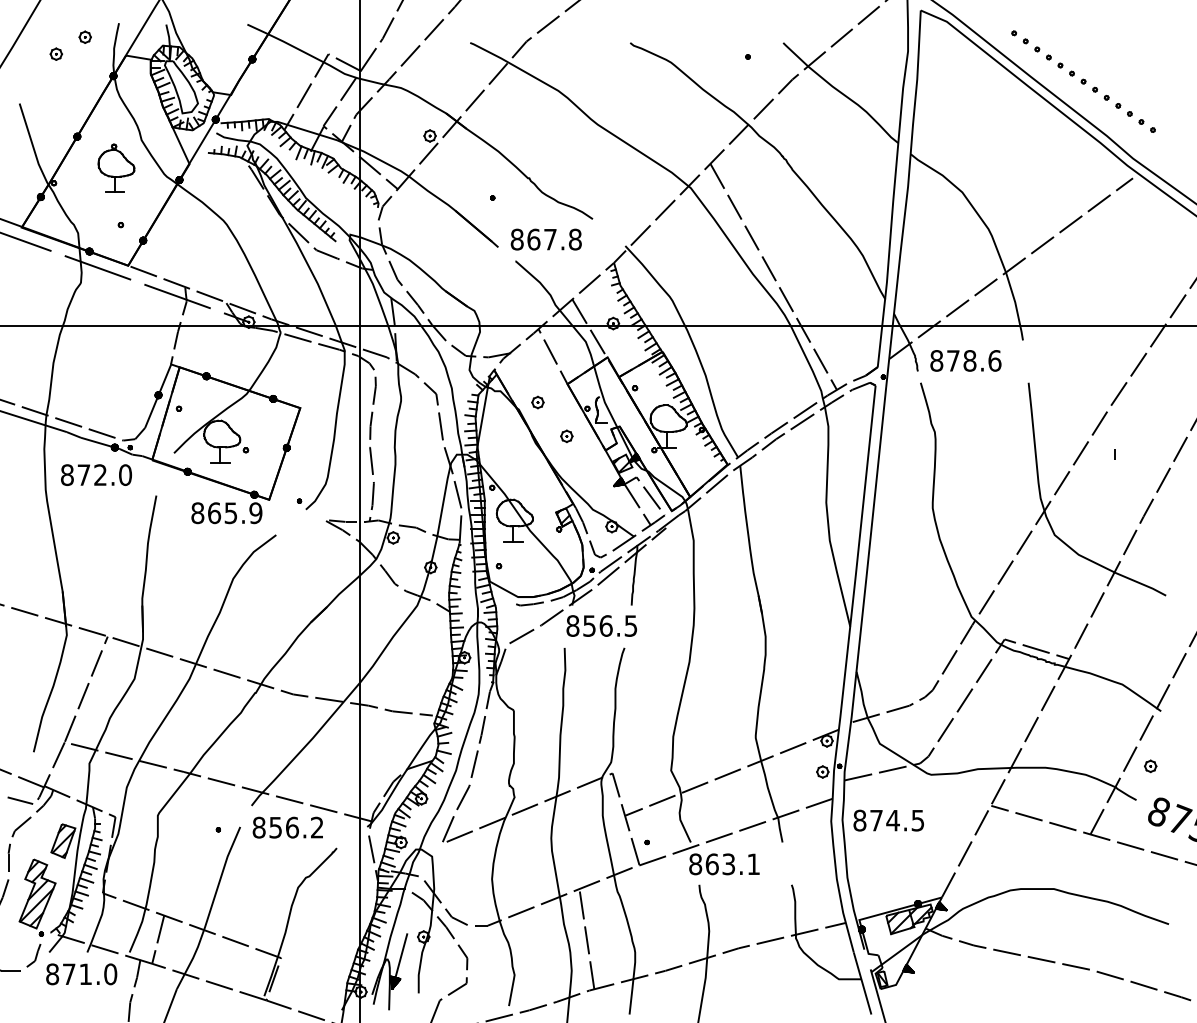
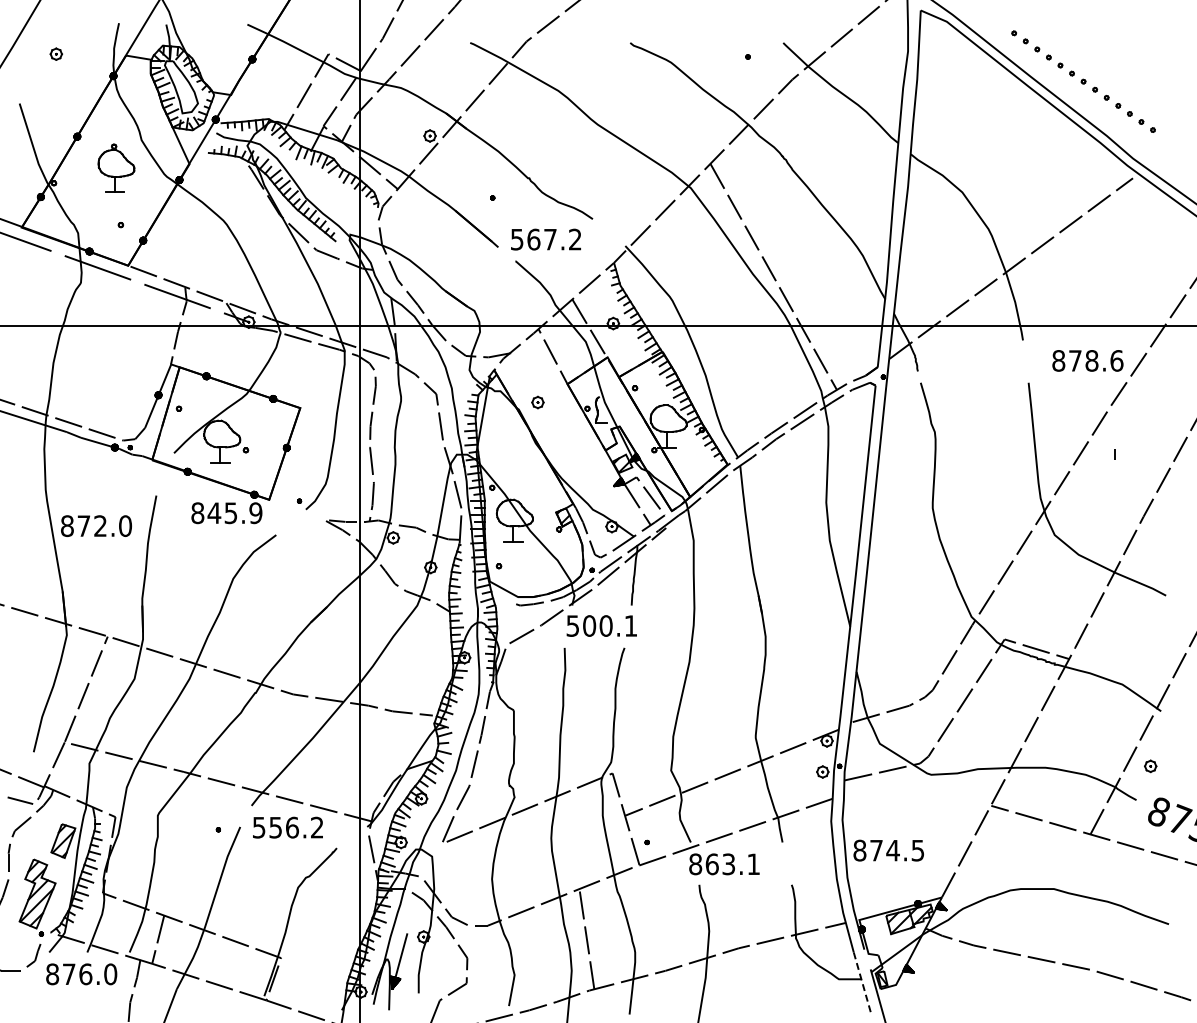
part at (84, 36): present -> none
text at (545, 239): 867.8 -> 567.2
text at (965, 360) position: (965, 360) -> (1087, 360)
part at (566, 436): present -> none
text at (96, 474) position: (96, 474) -> (96, 525)
text at (214, 513): 865.9 -> 845.9
text at (601, 625): 856.5 -> 500.1
text at (888, 820) position: (888, 820) -> (888, 850)
text at (258, 827): 856.2 -> 556.2
text at (85, 974): 871.0 -> 876.0
line at (862, 984): solid -> dashed
